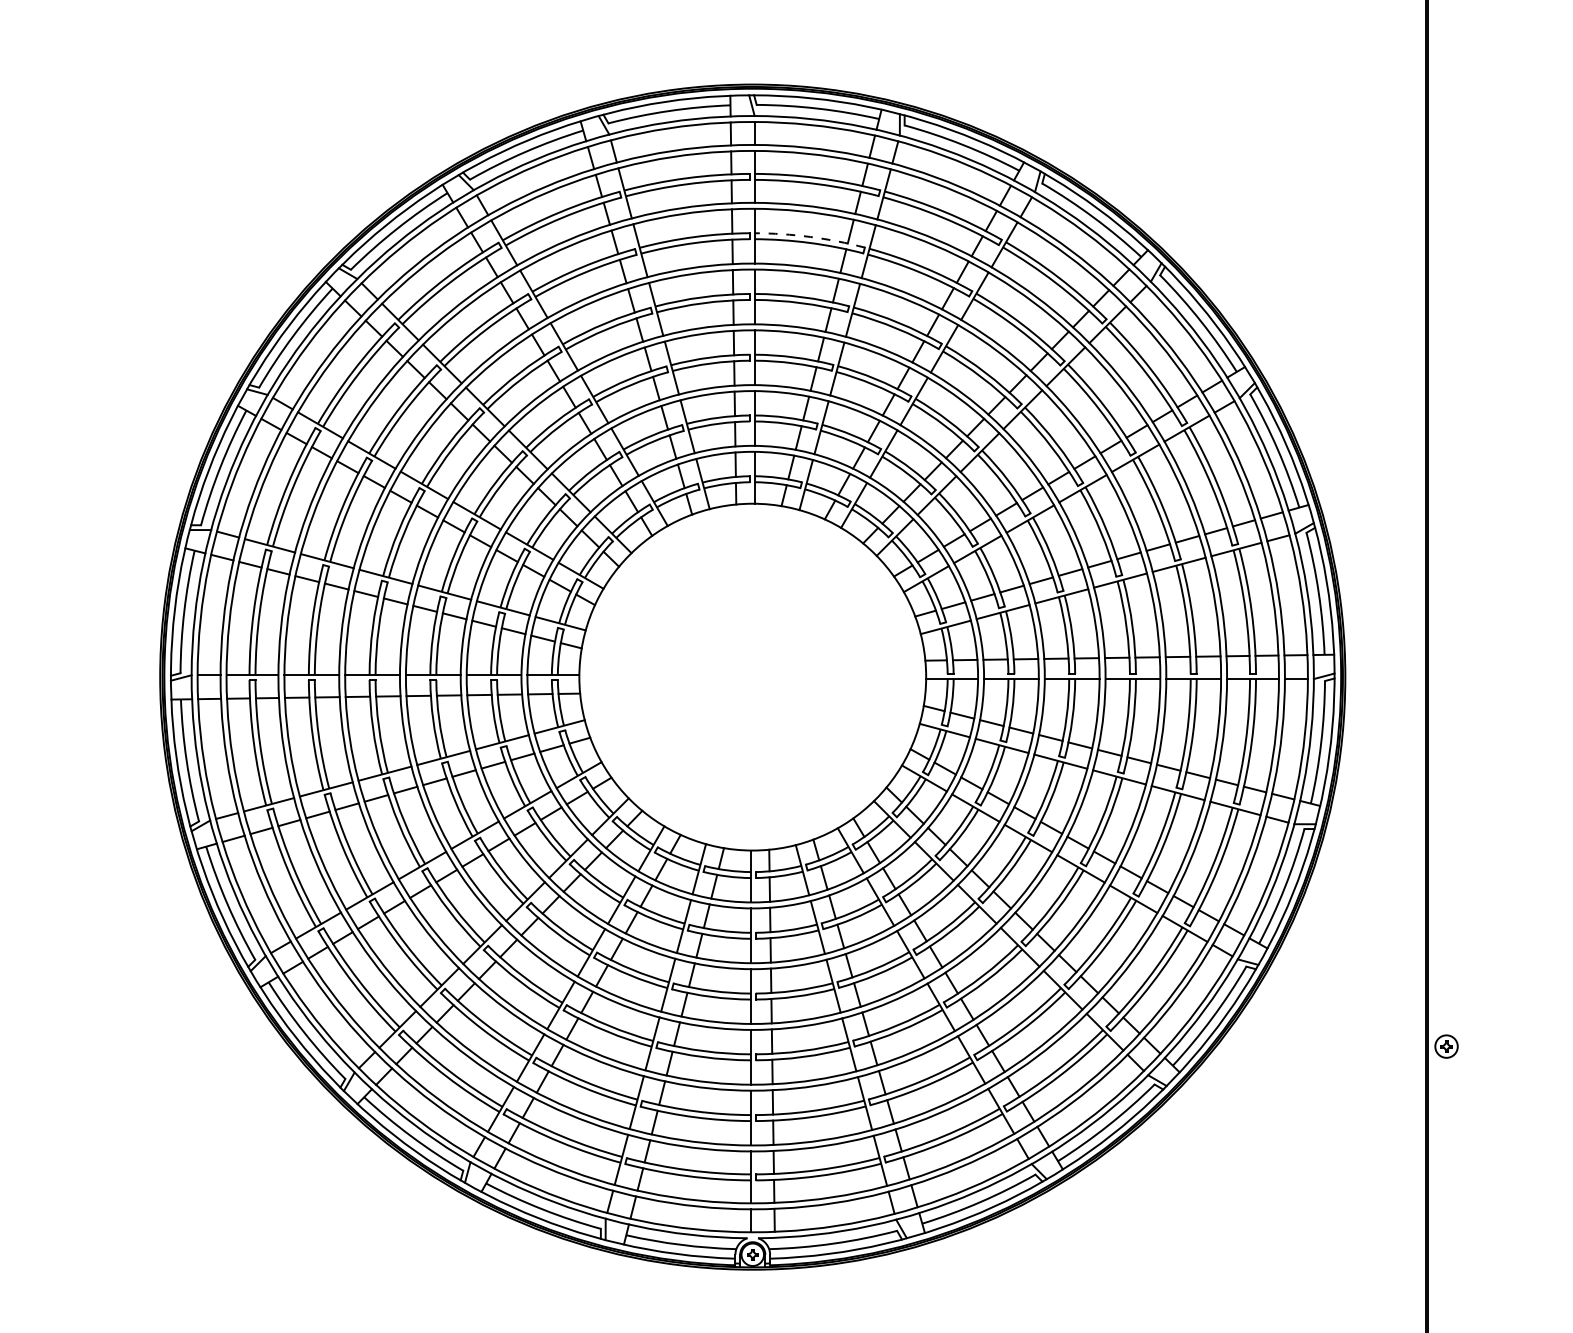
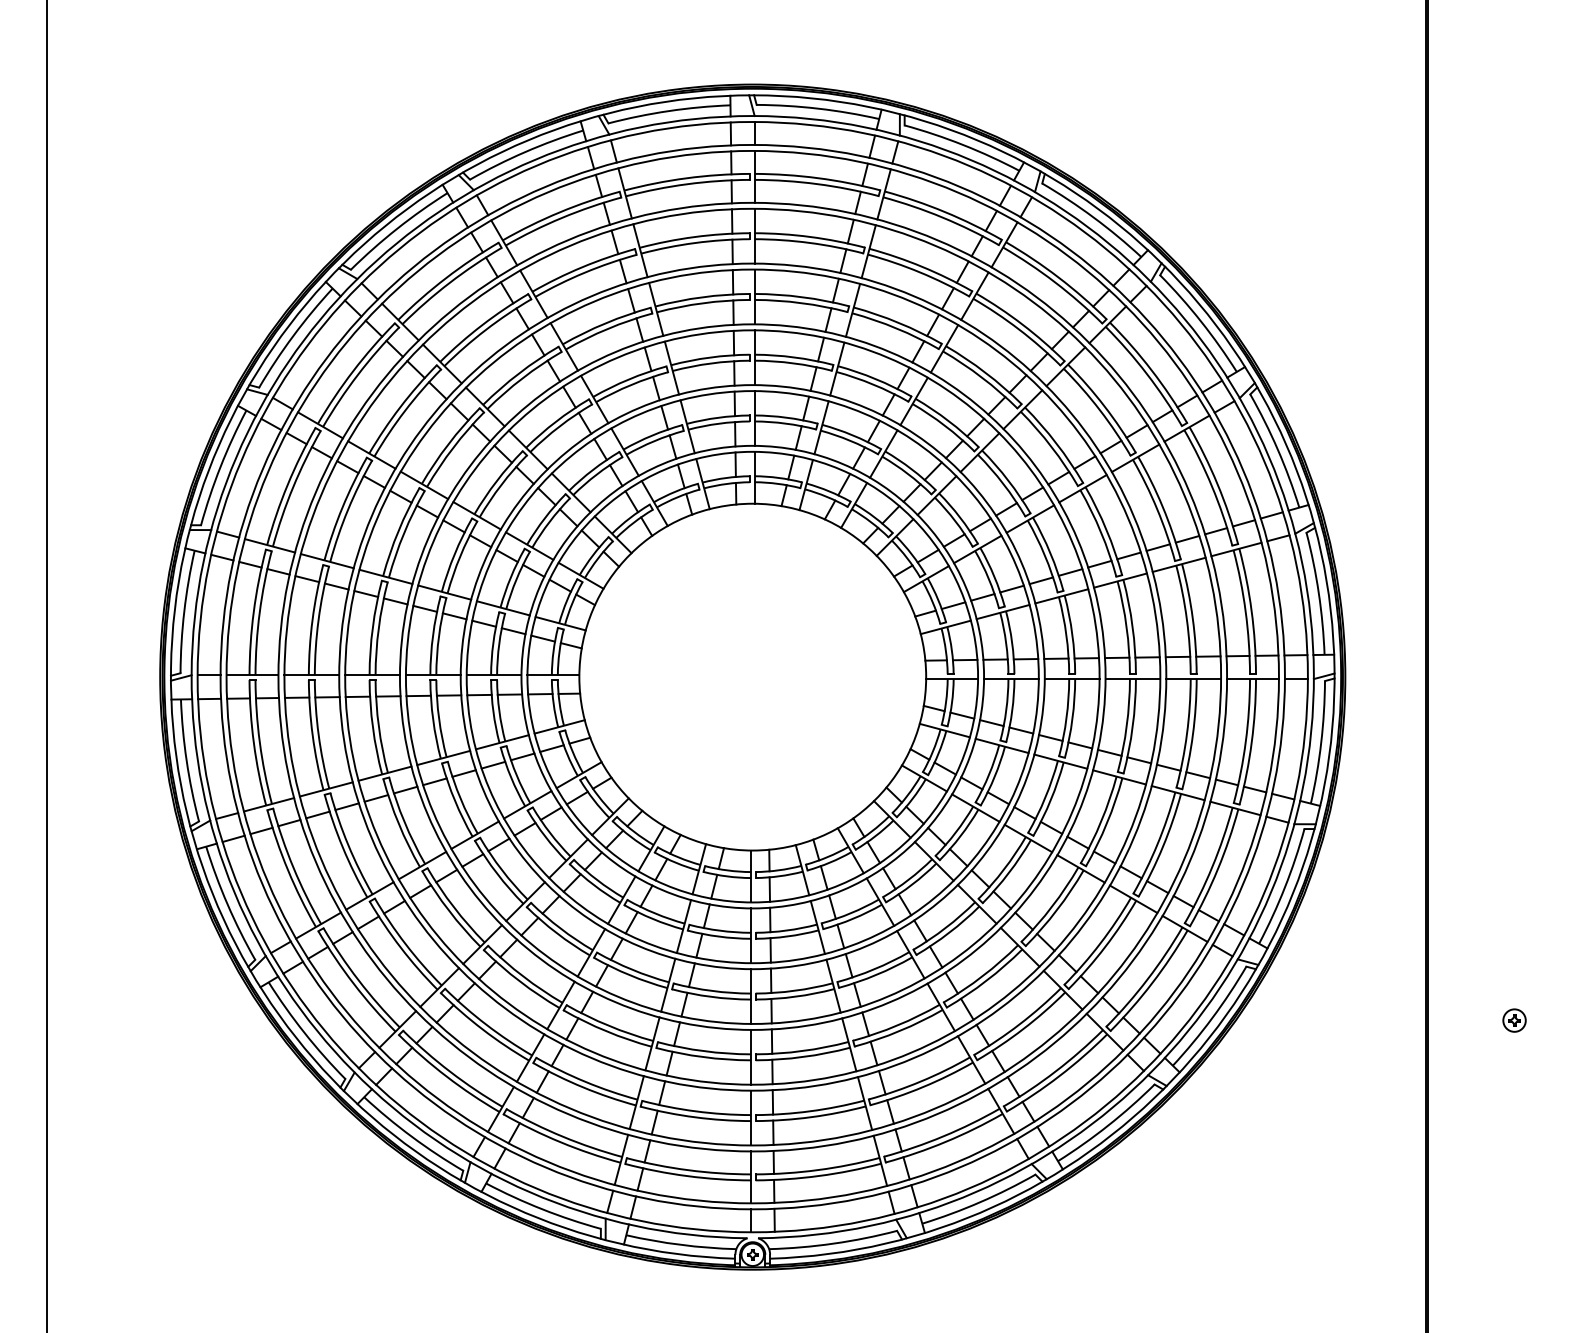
arc at (810, 236): dashed -> solid
line at (47, 665): none -> present
part at (1446, 1046) position: (1446, 1046) -> (1514, 1020)
